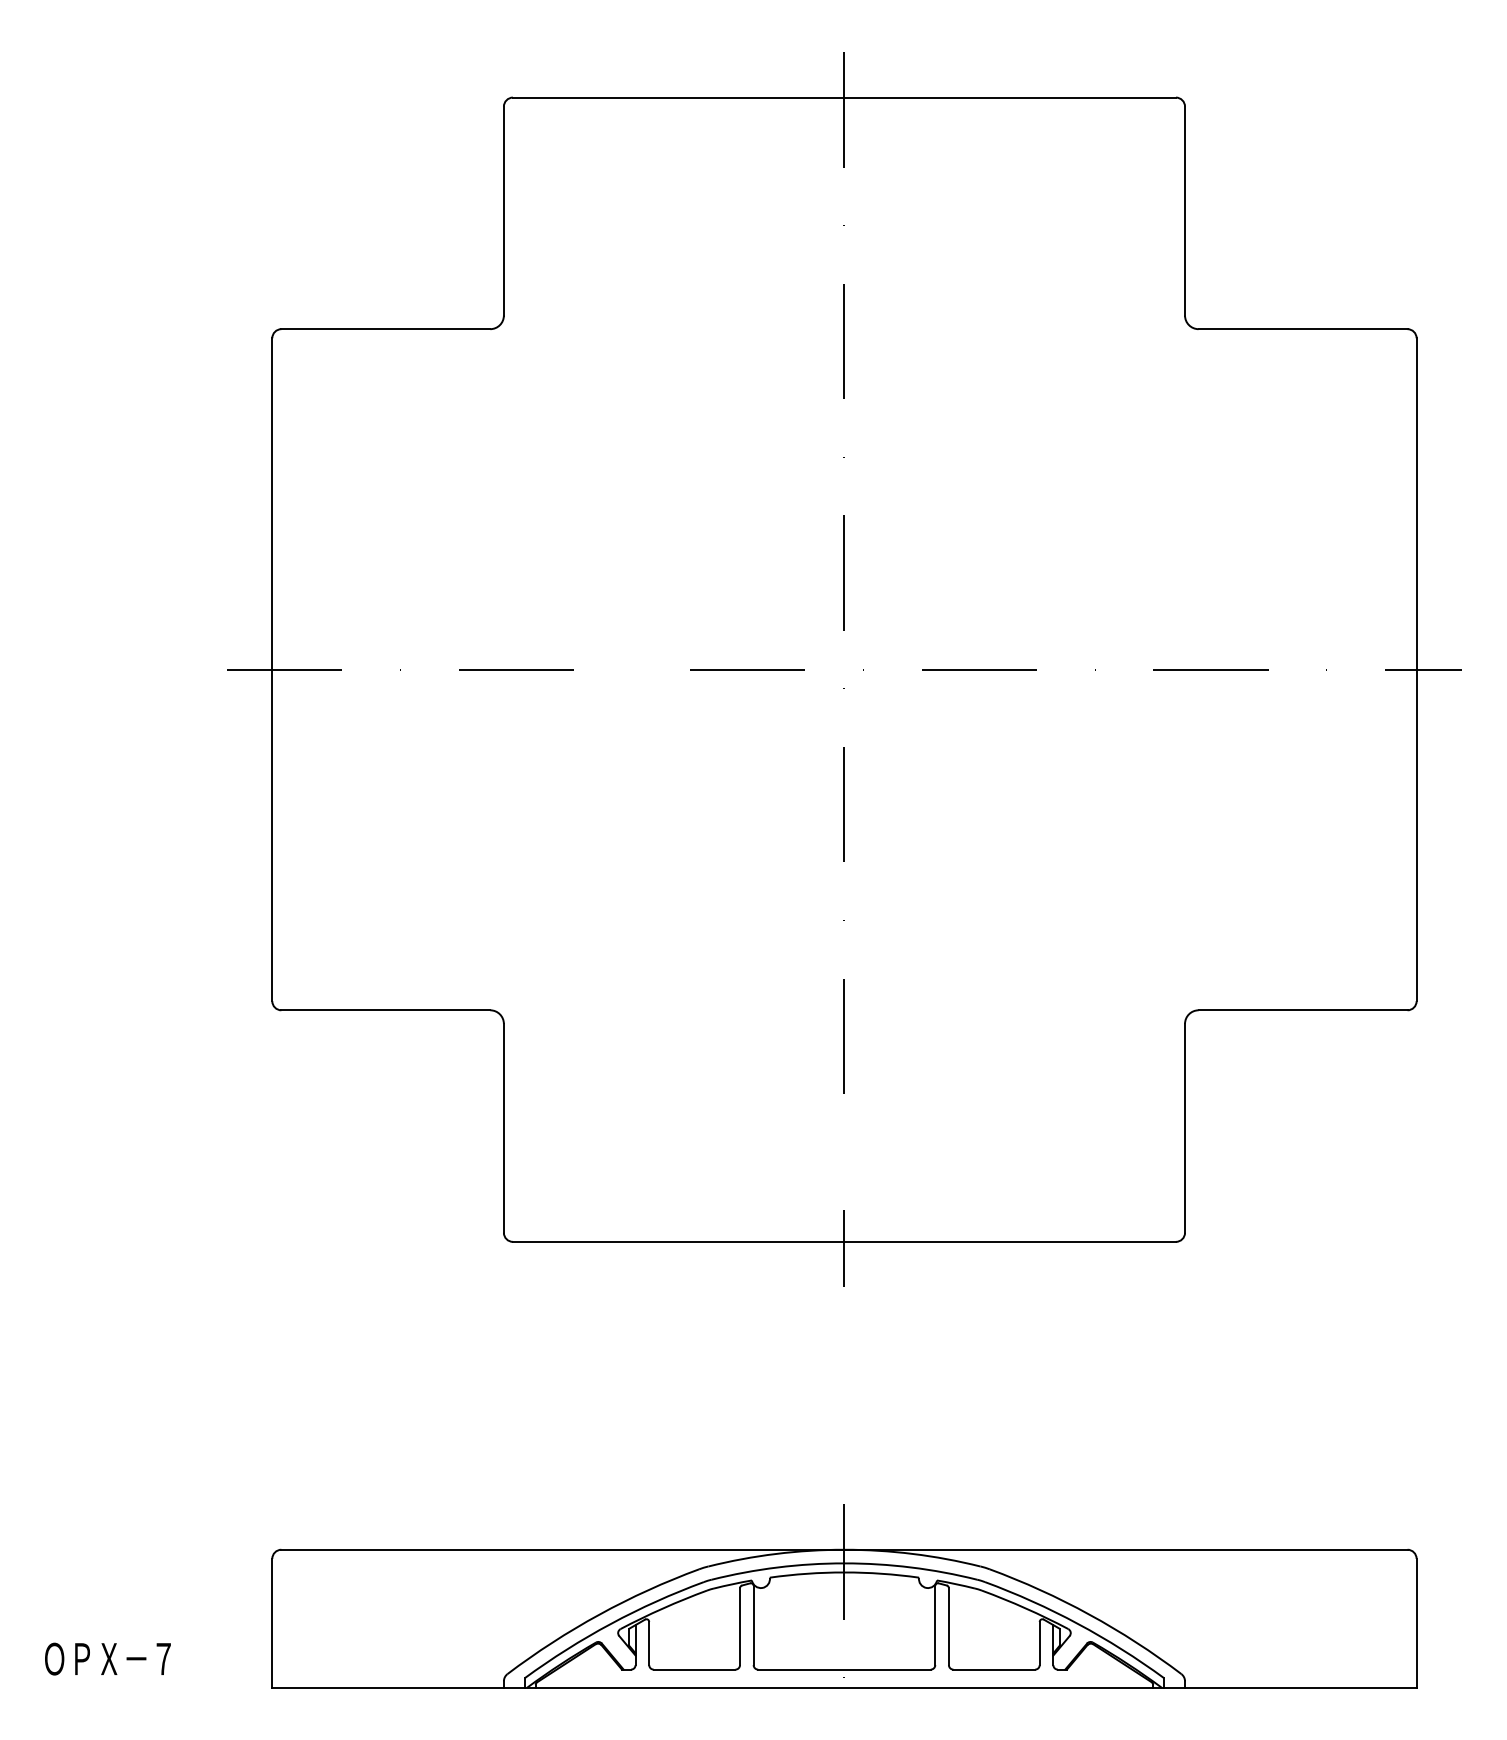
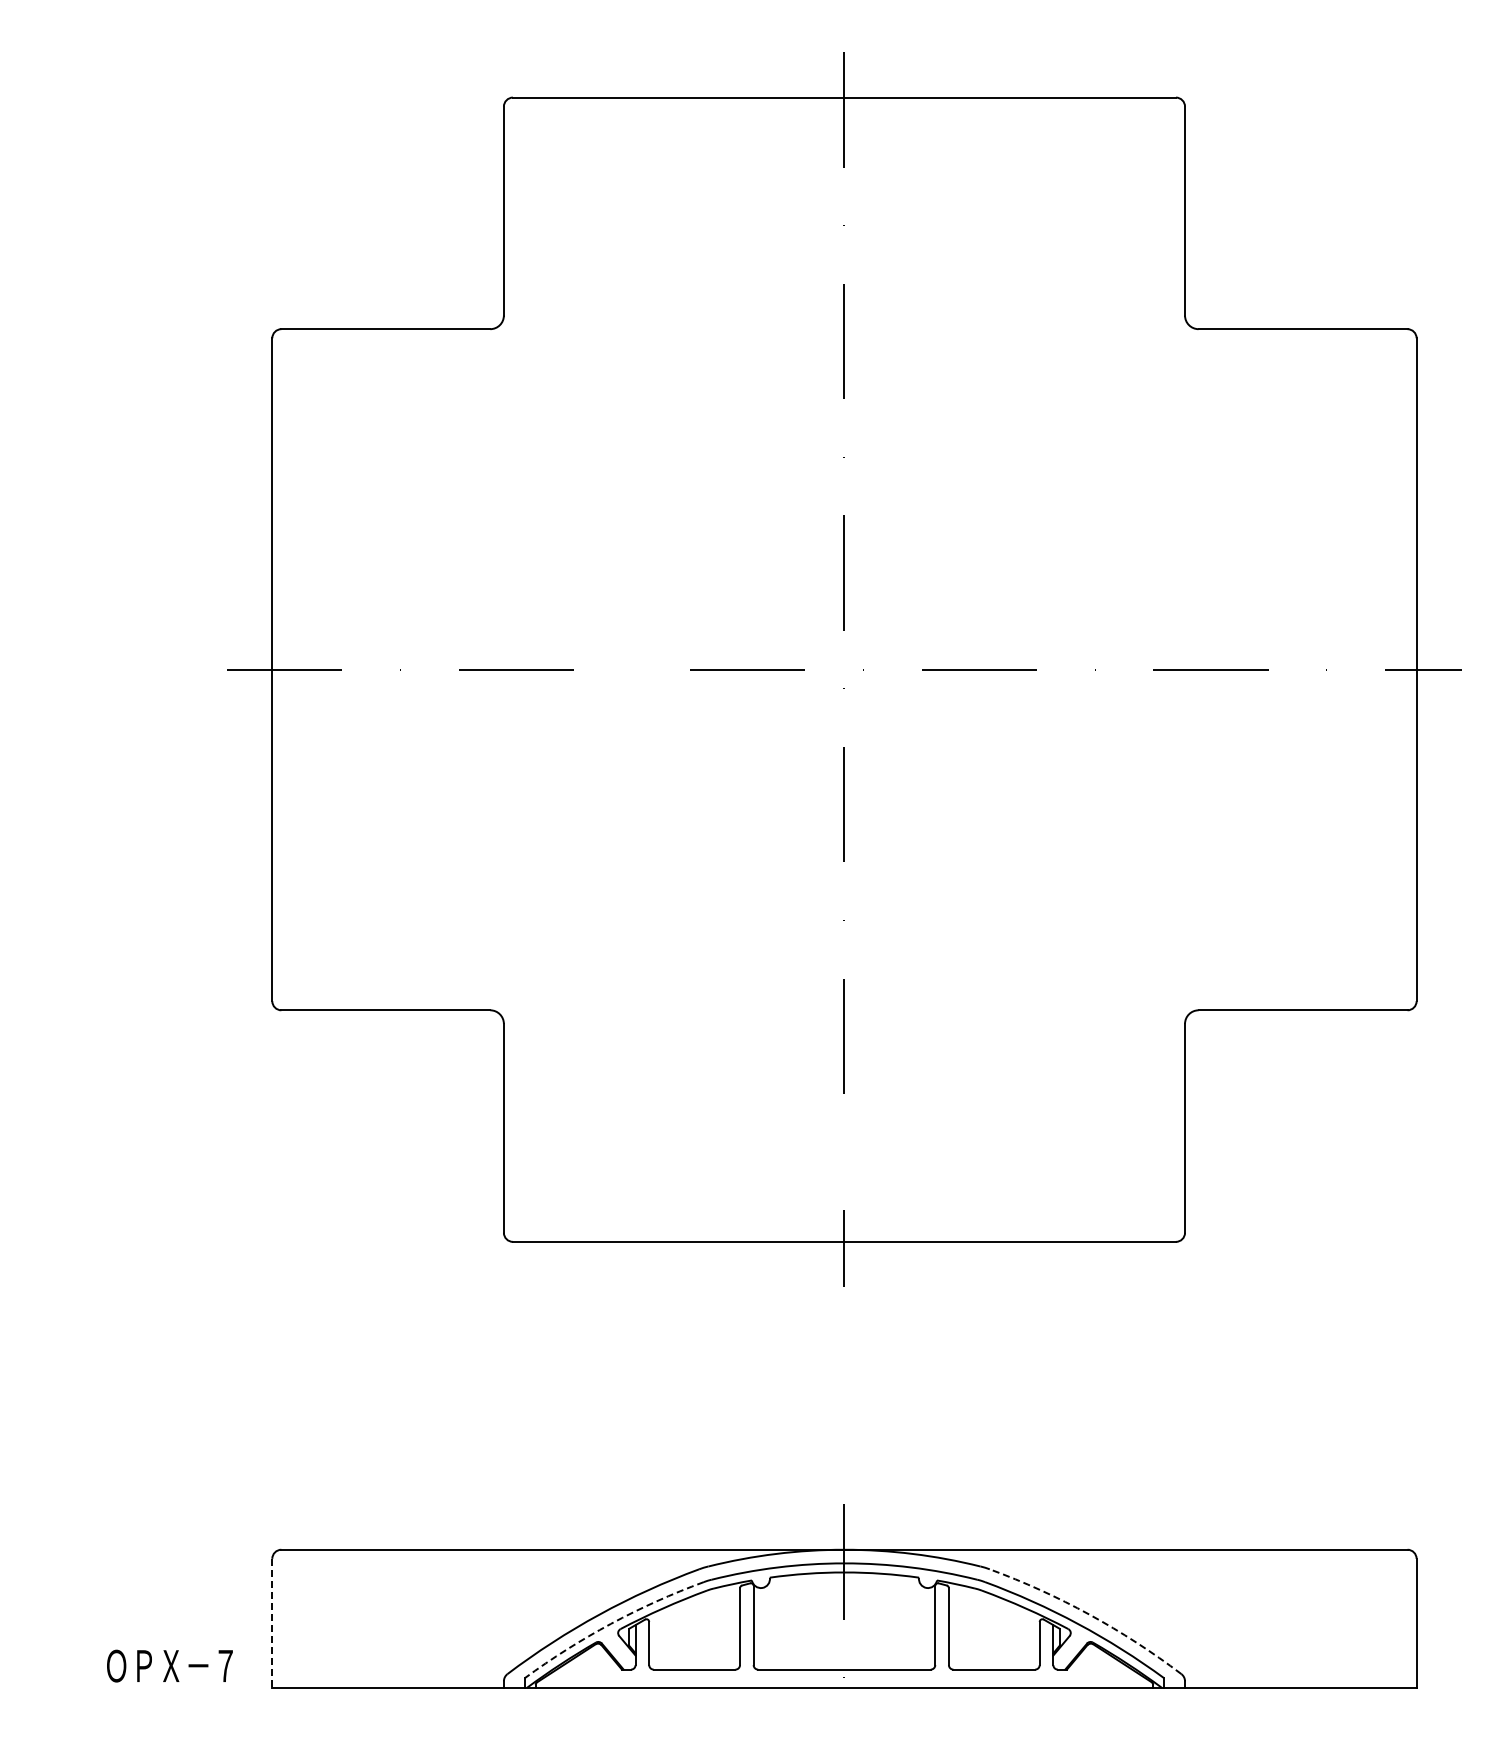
arc at (1089, 1614): solid -> dashed
line at (272, 1623): solid -> dashed
arc at (610, 1623): solid -> dashed
text at (107, 1658) position: (107, 1658) -> (169, 1665)
